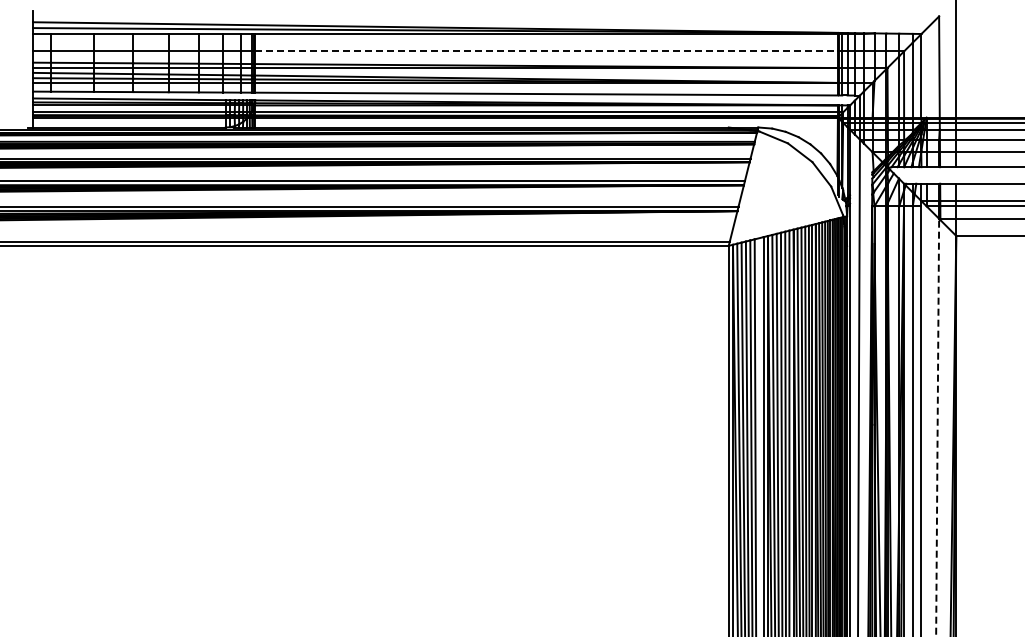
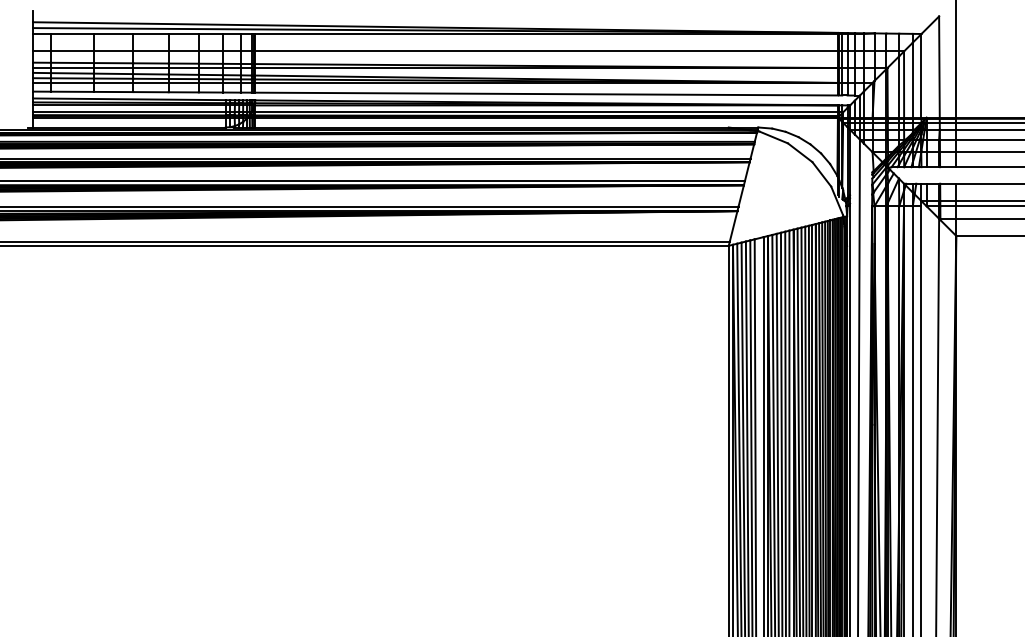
line at (547, 51): dashed -> solid
line at (937, 427): dashed -> solid
